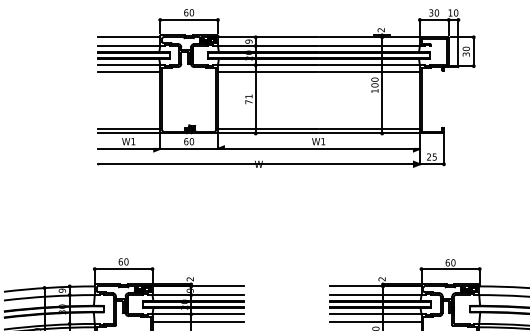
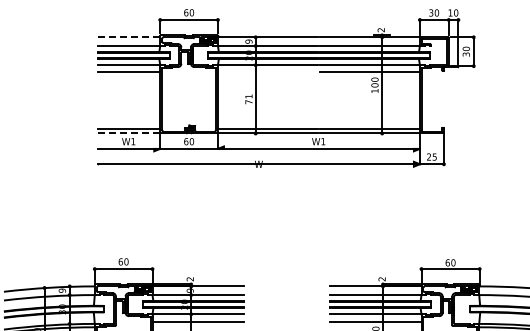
line at (129, 37): solid -> dashed
line at (267, 72): present -> none
line at (129, 133): solid -> dashed
